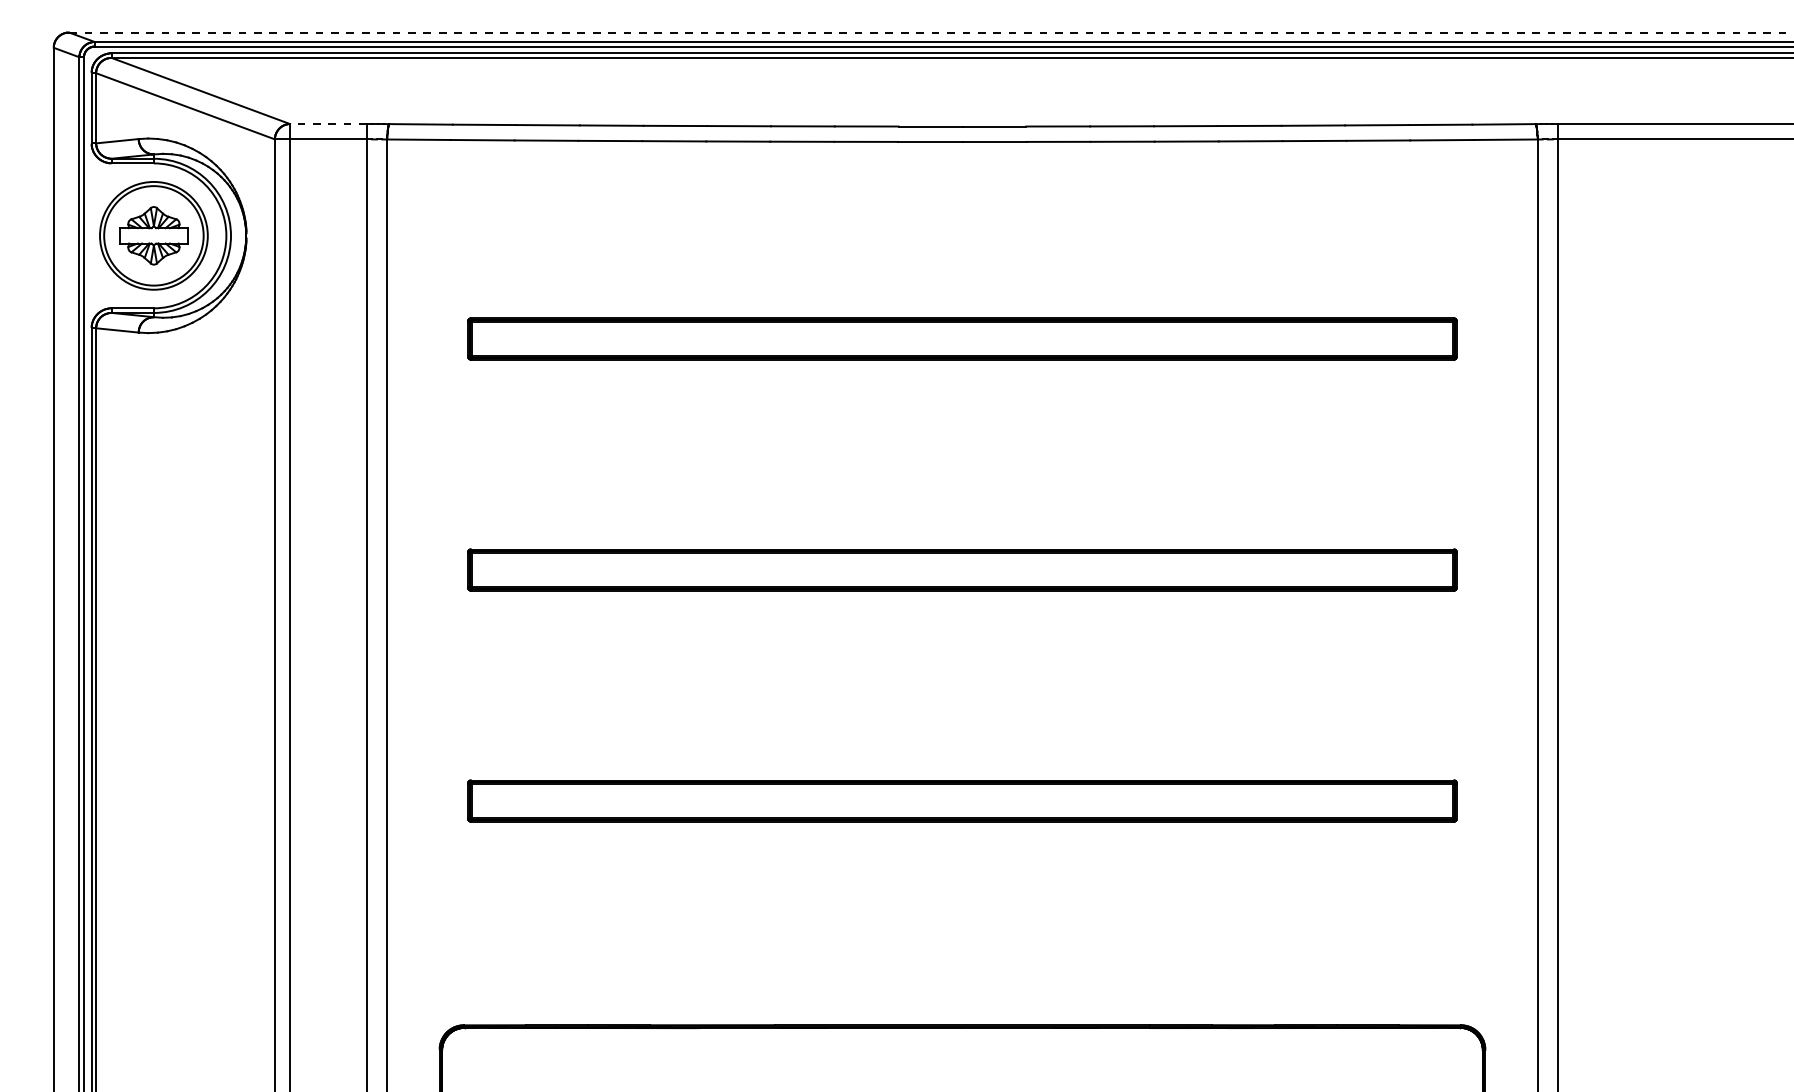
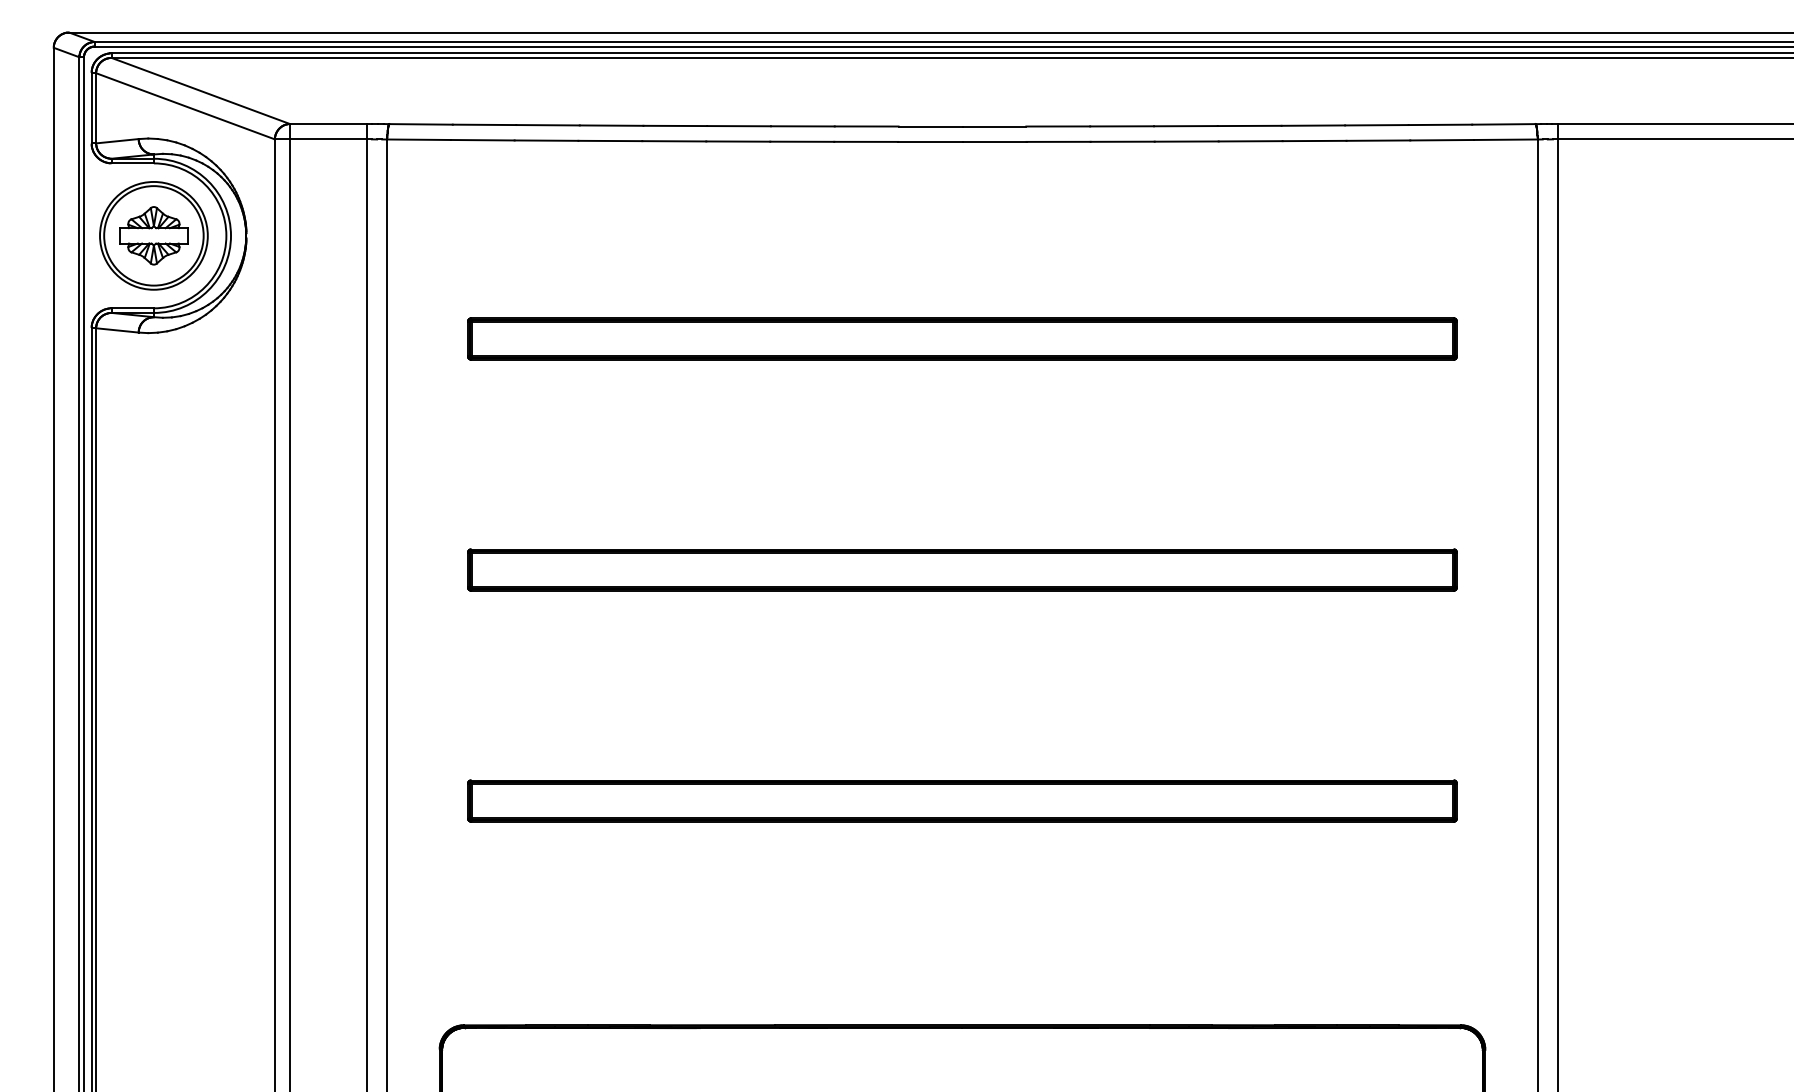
line at (932, 32): dashed -> solid
line at (327, 124): dashed -> solid
